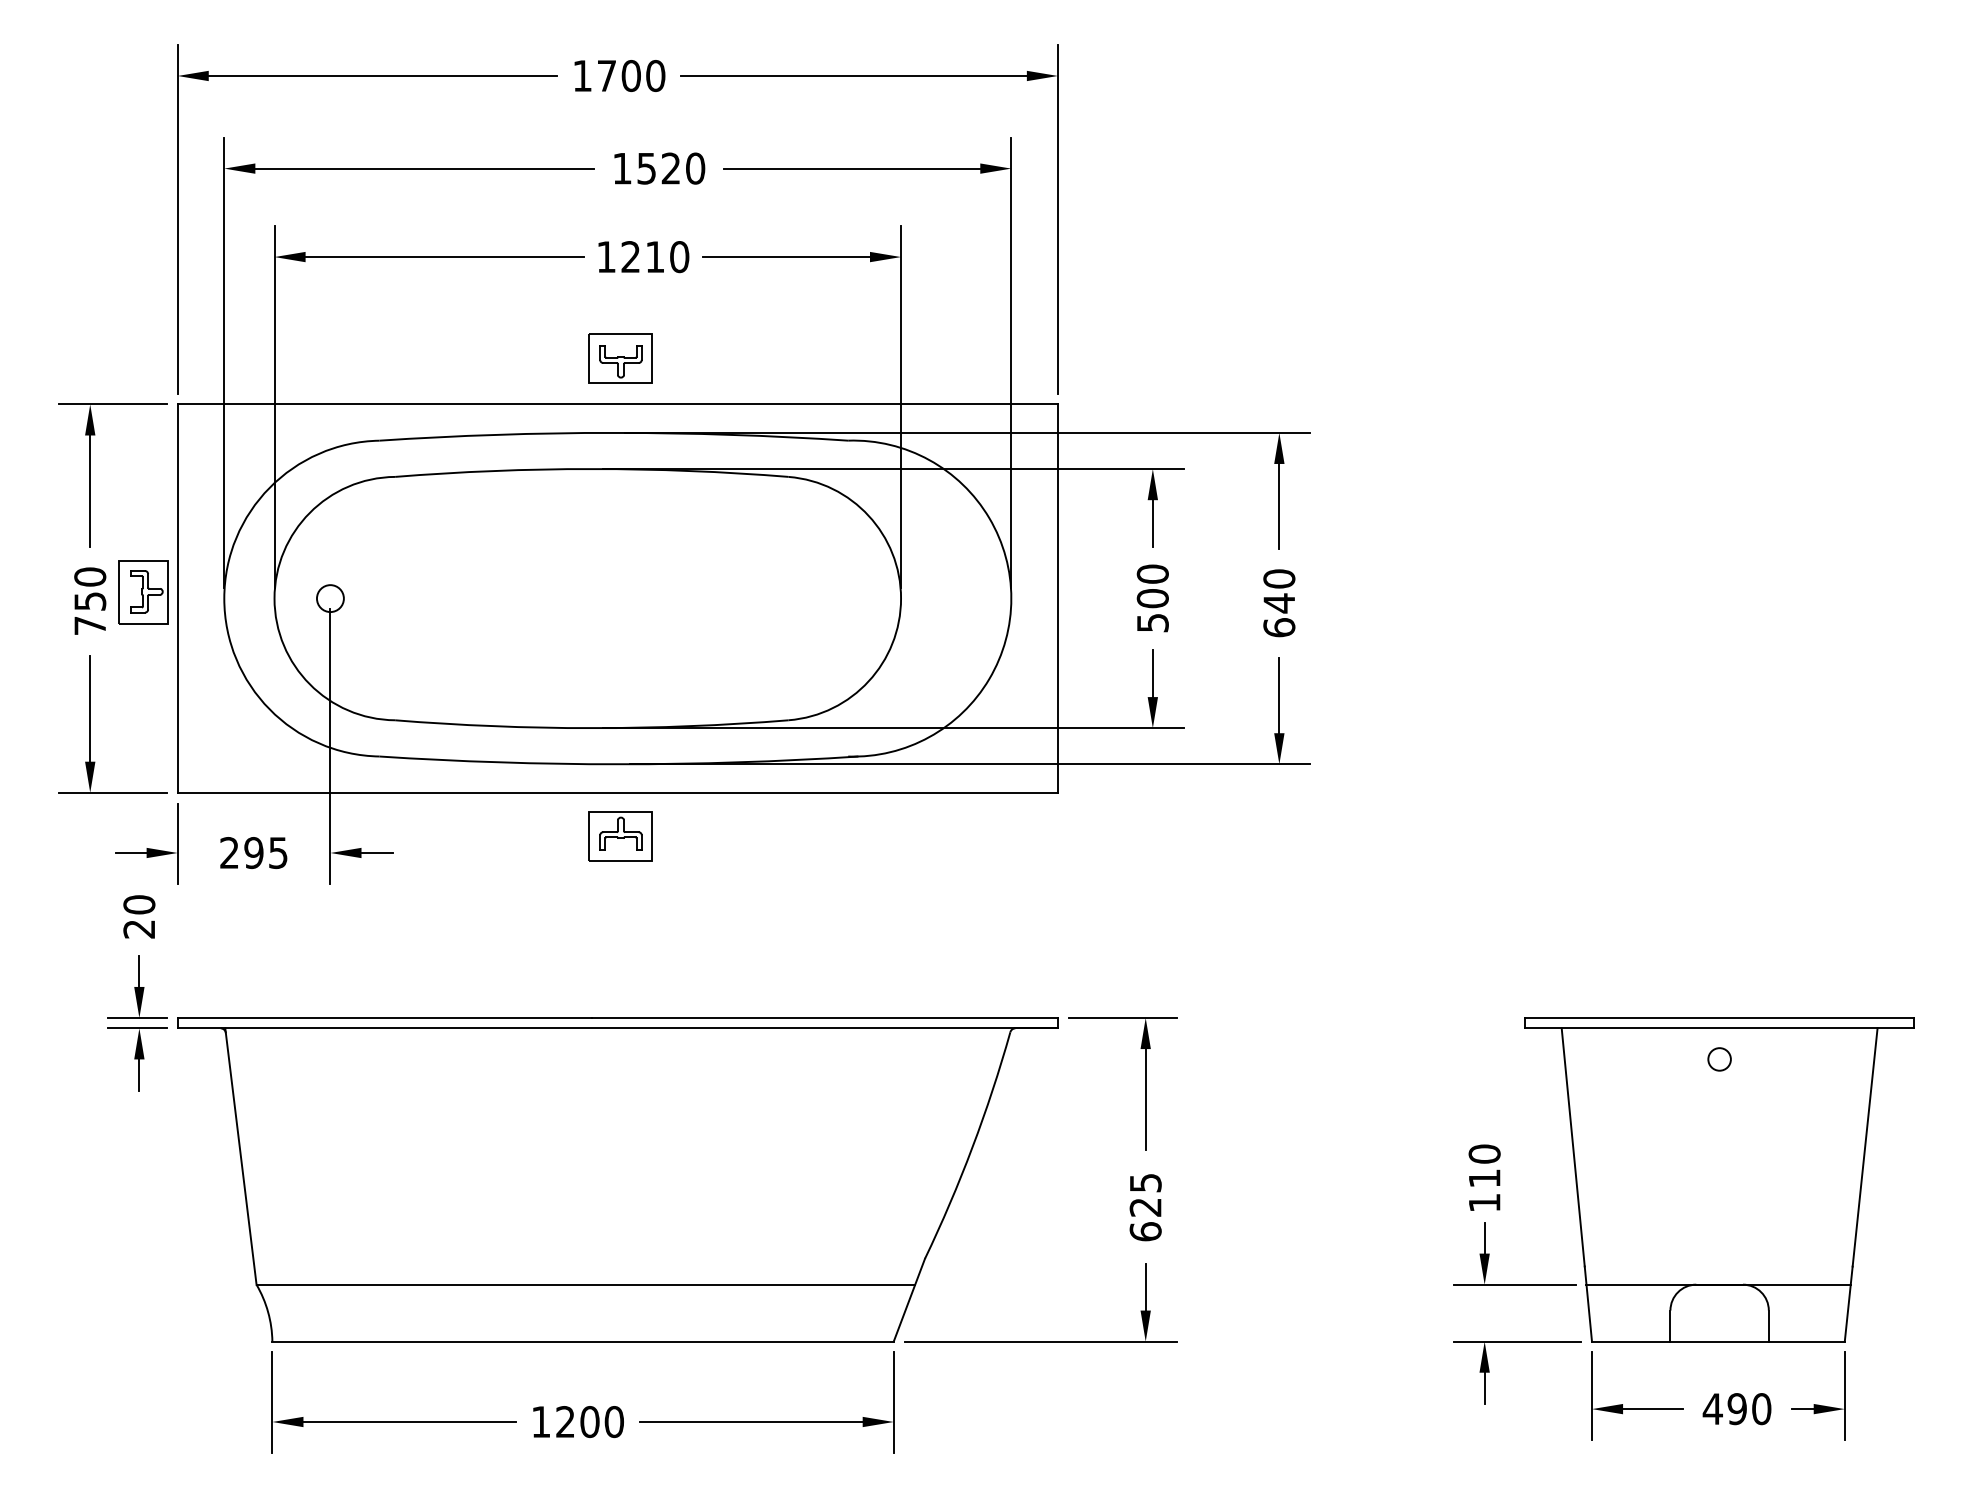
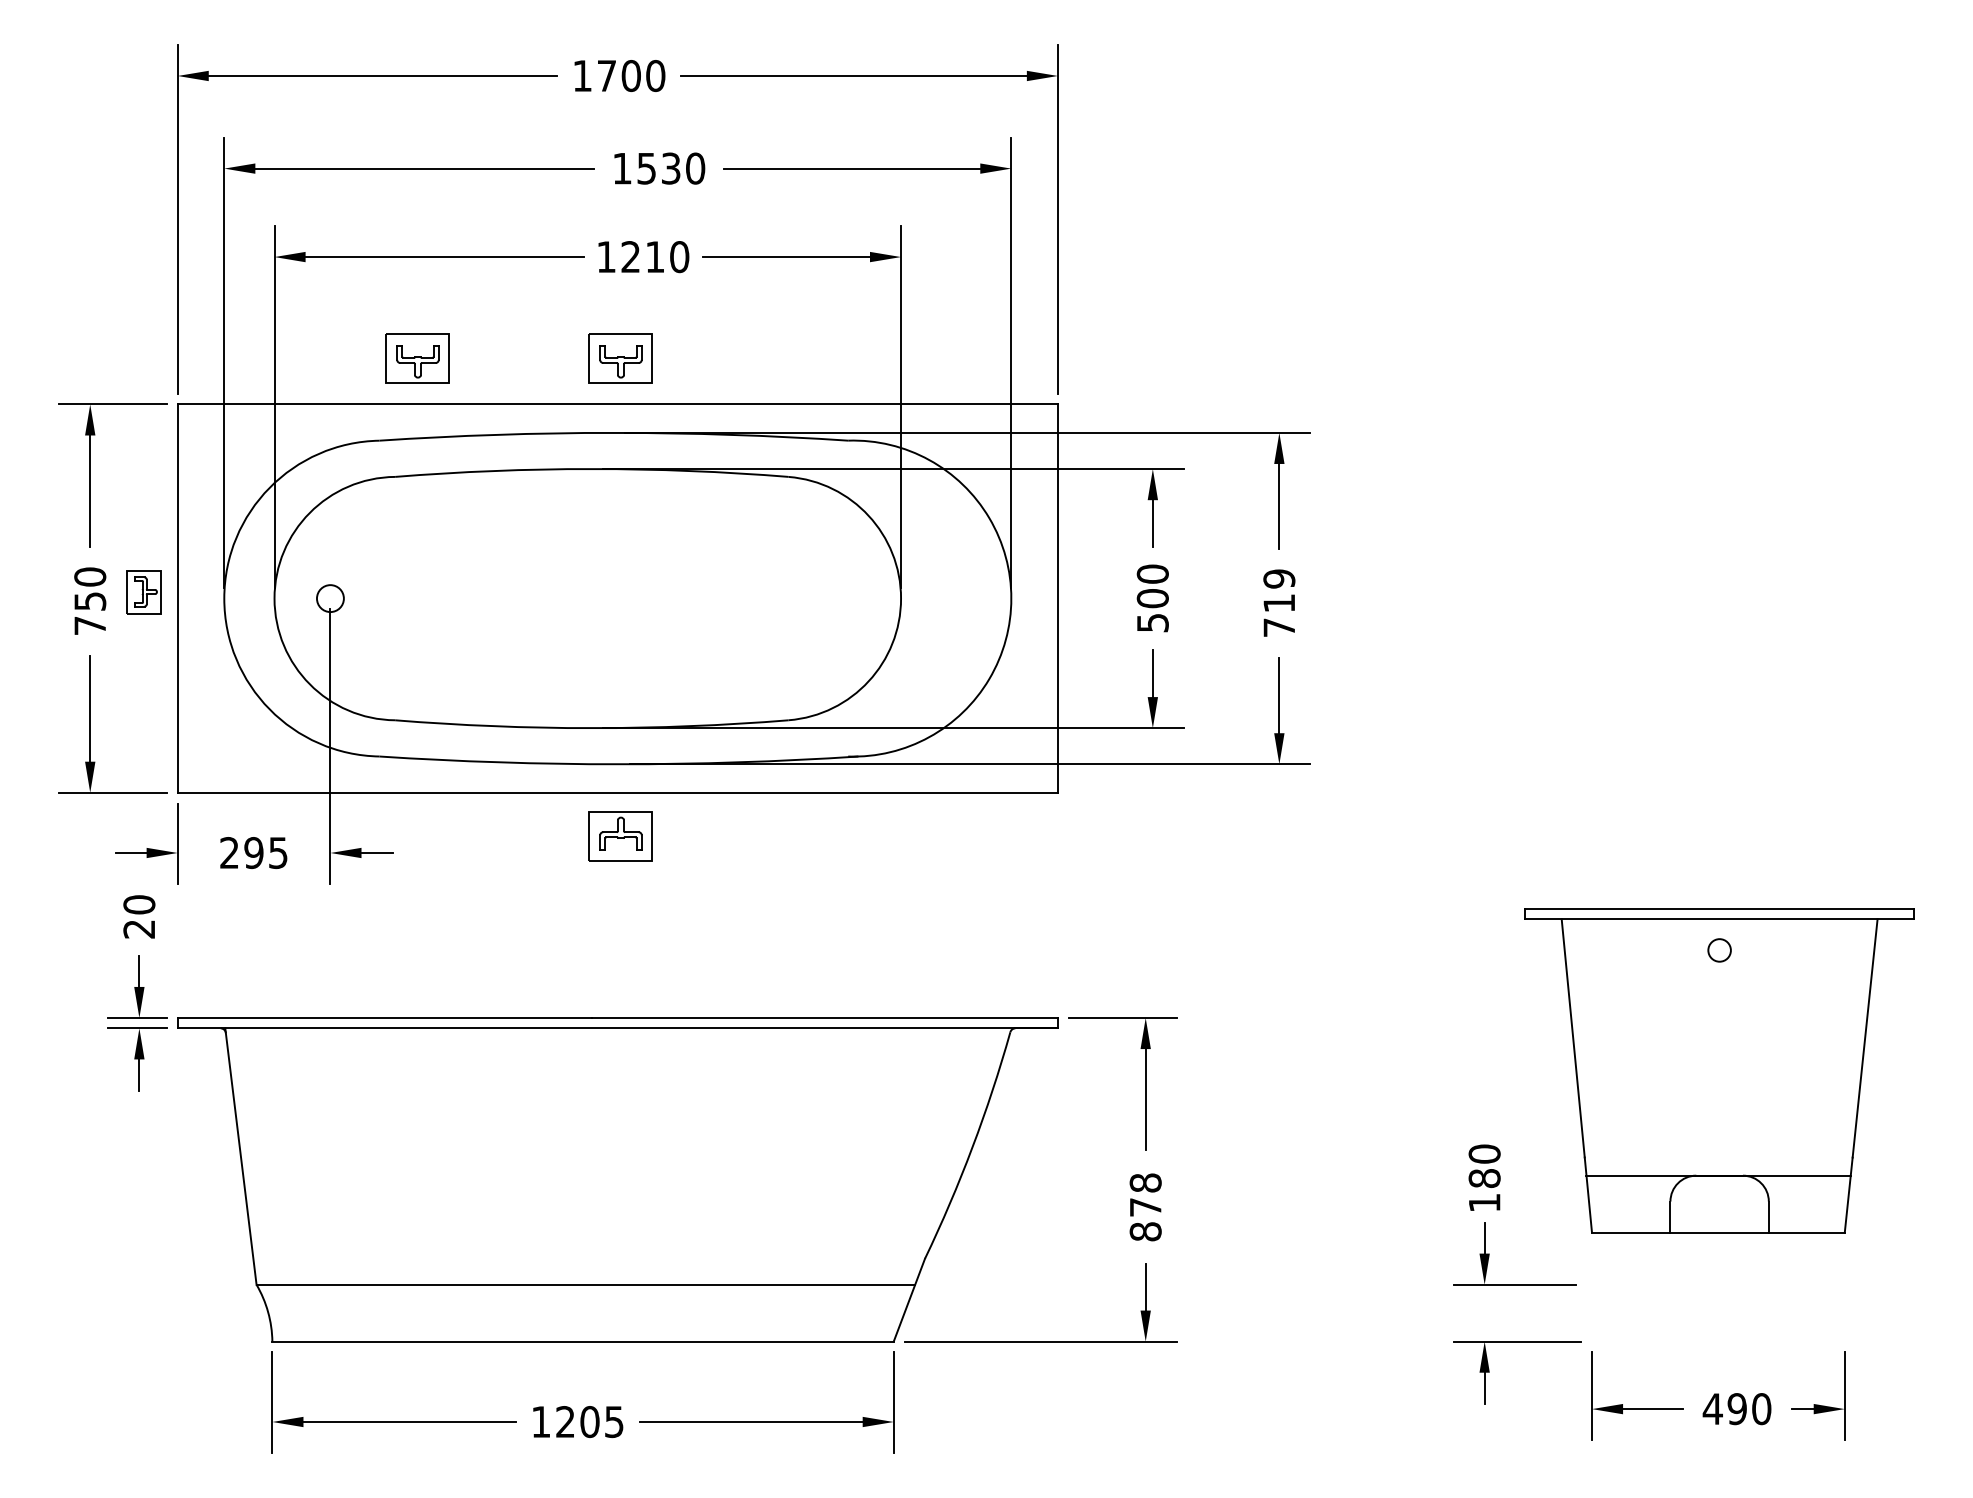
text at (670, 168): 1520 -> 1530
part at (417, 358): none -> present
part at (143, 592) size: 51x65 px -> 36x45 px
text at (1279, 603): 640 -> 719
text at (1484, 1178): 110 -> 180
part at (1719, 1179) position: (1719, 1179) -> (1719, 1070)
text at (1145, 1207): 625 -> 878
text at (613, 1422): 1200 -> 1205
